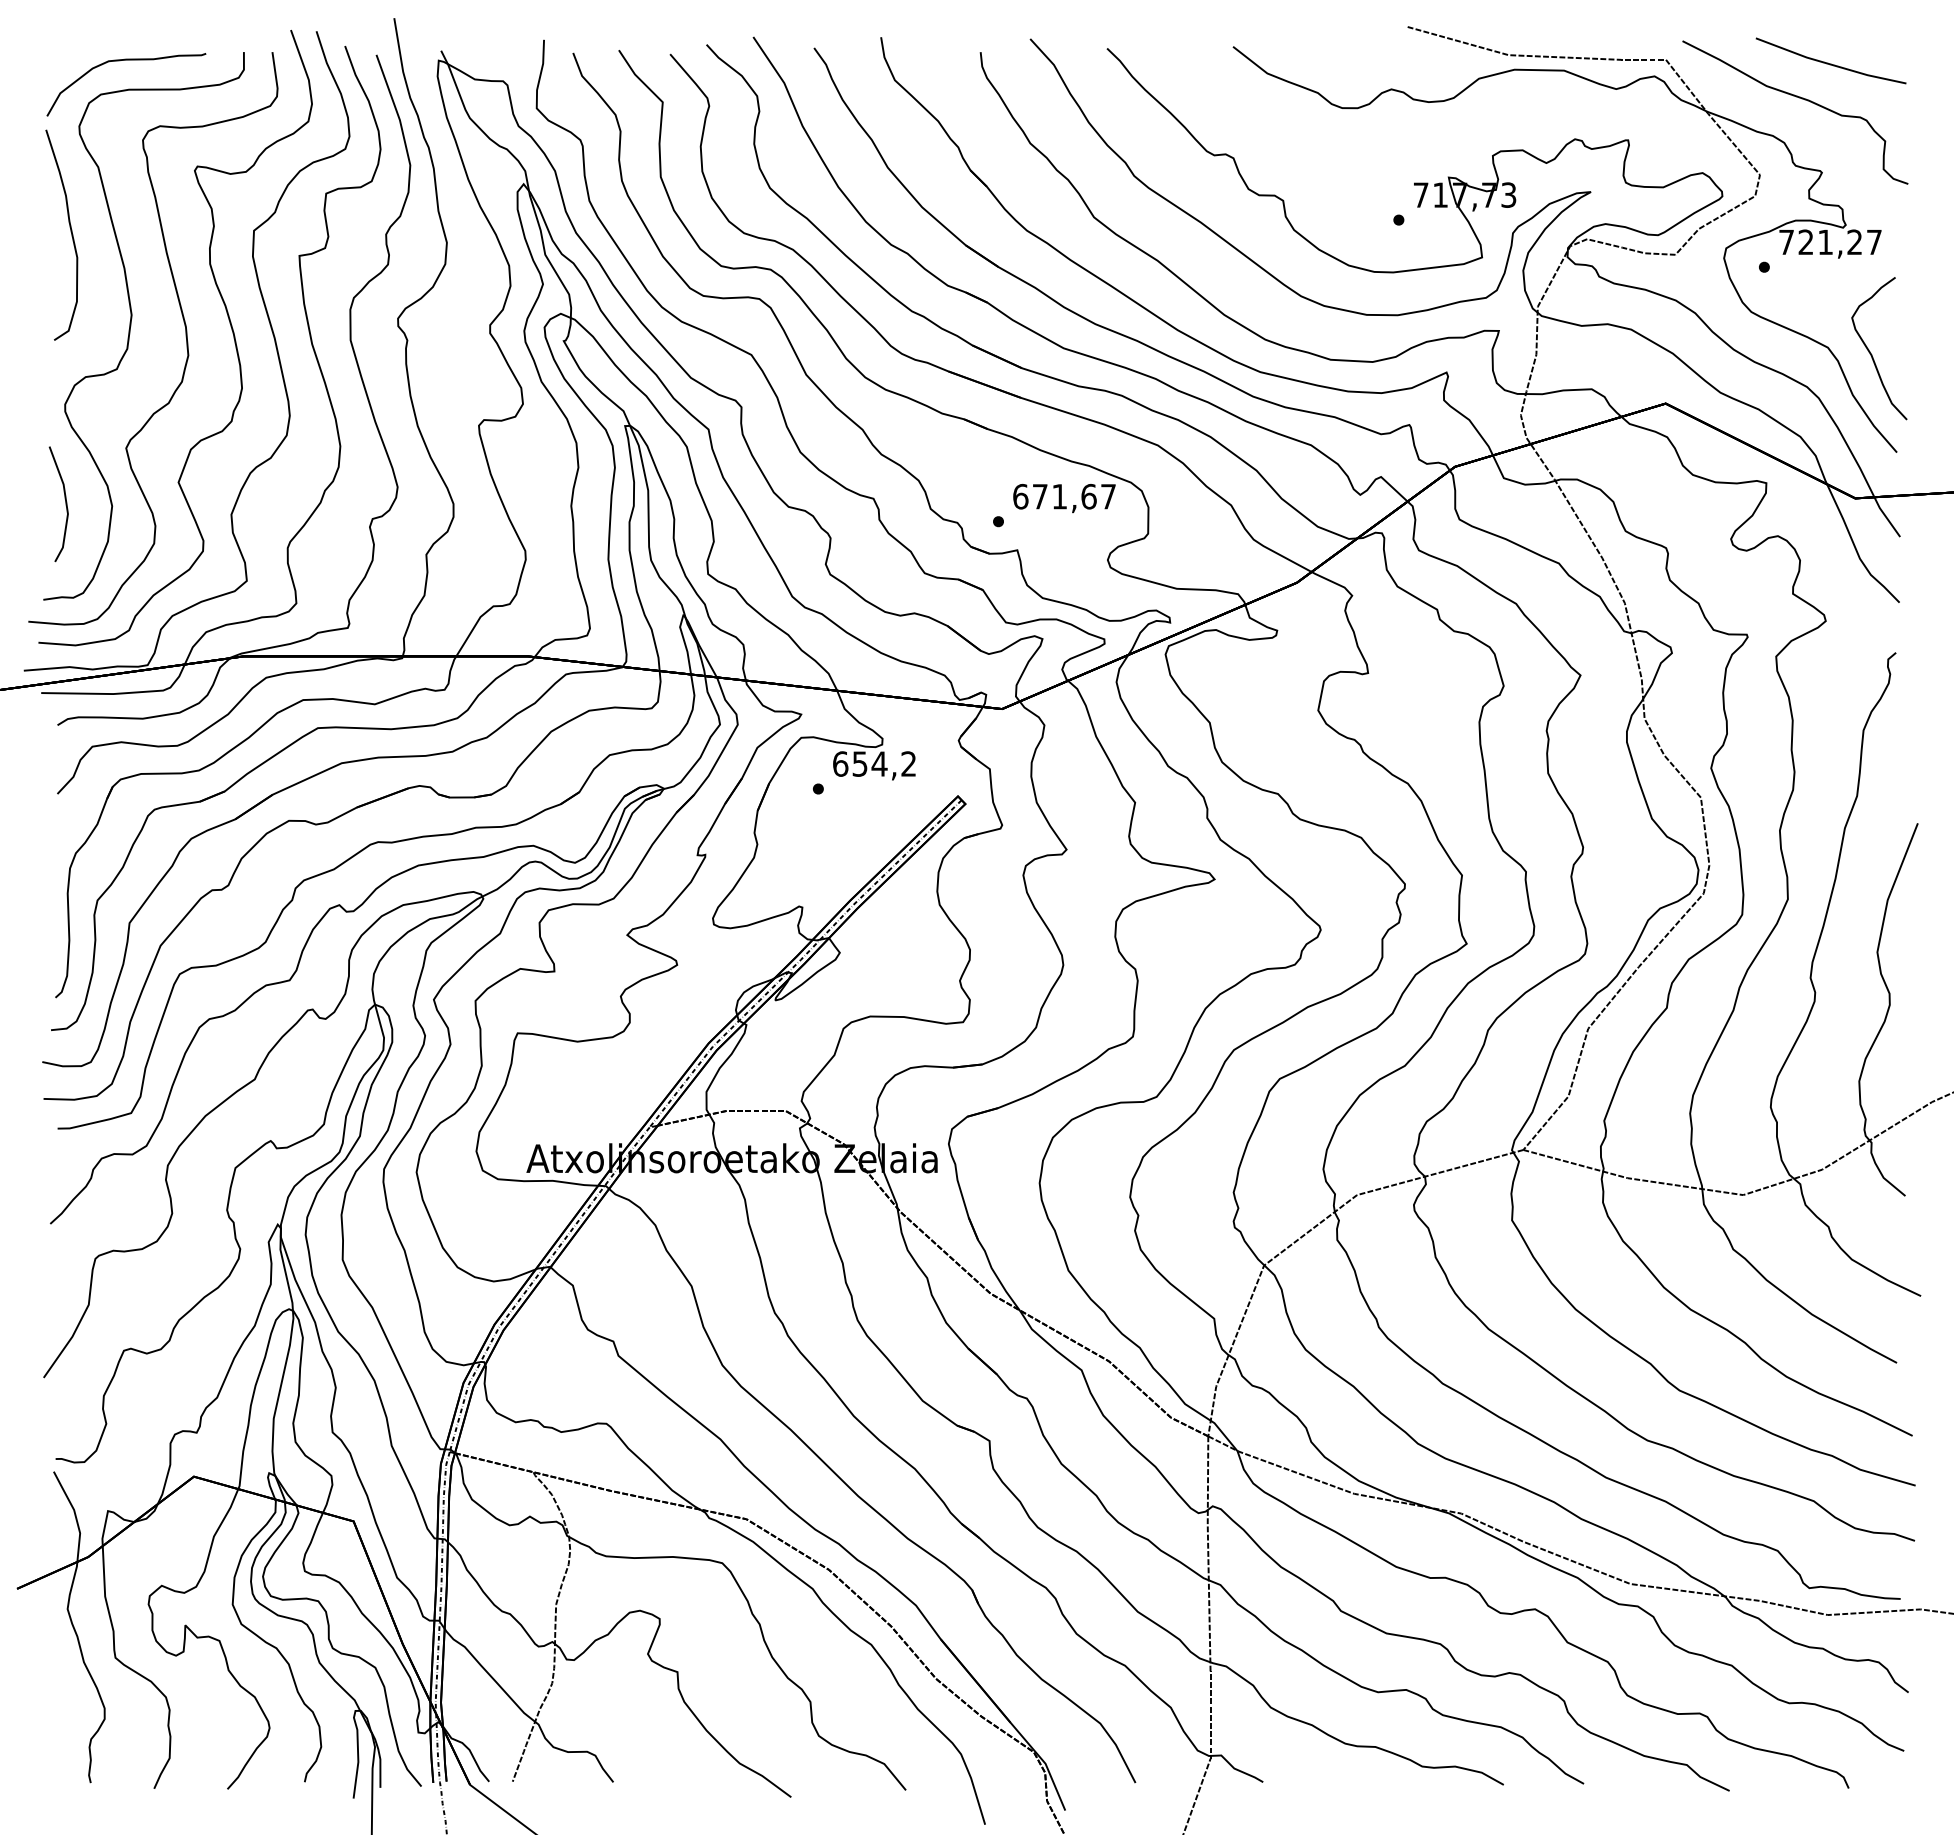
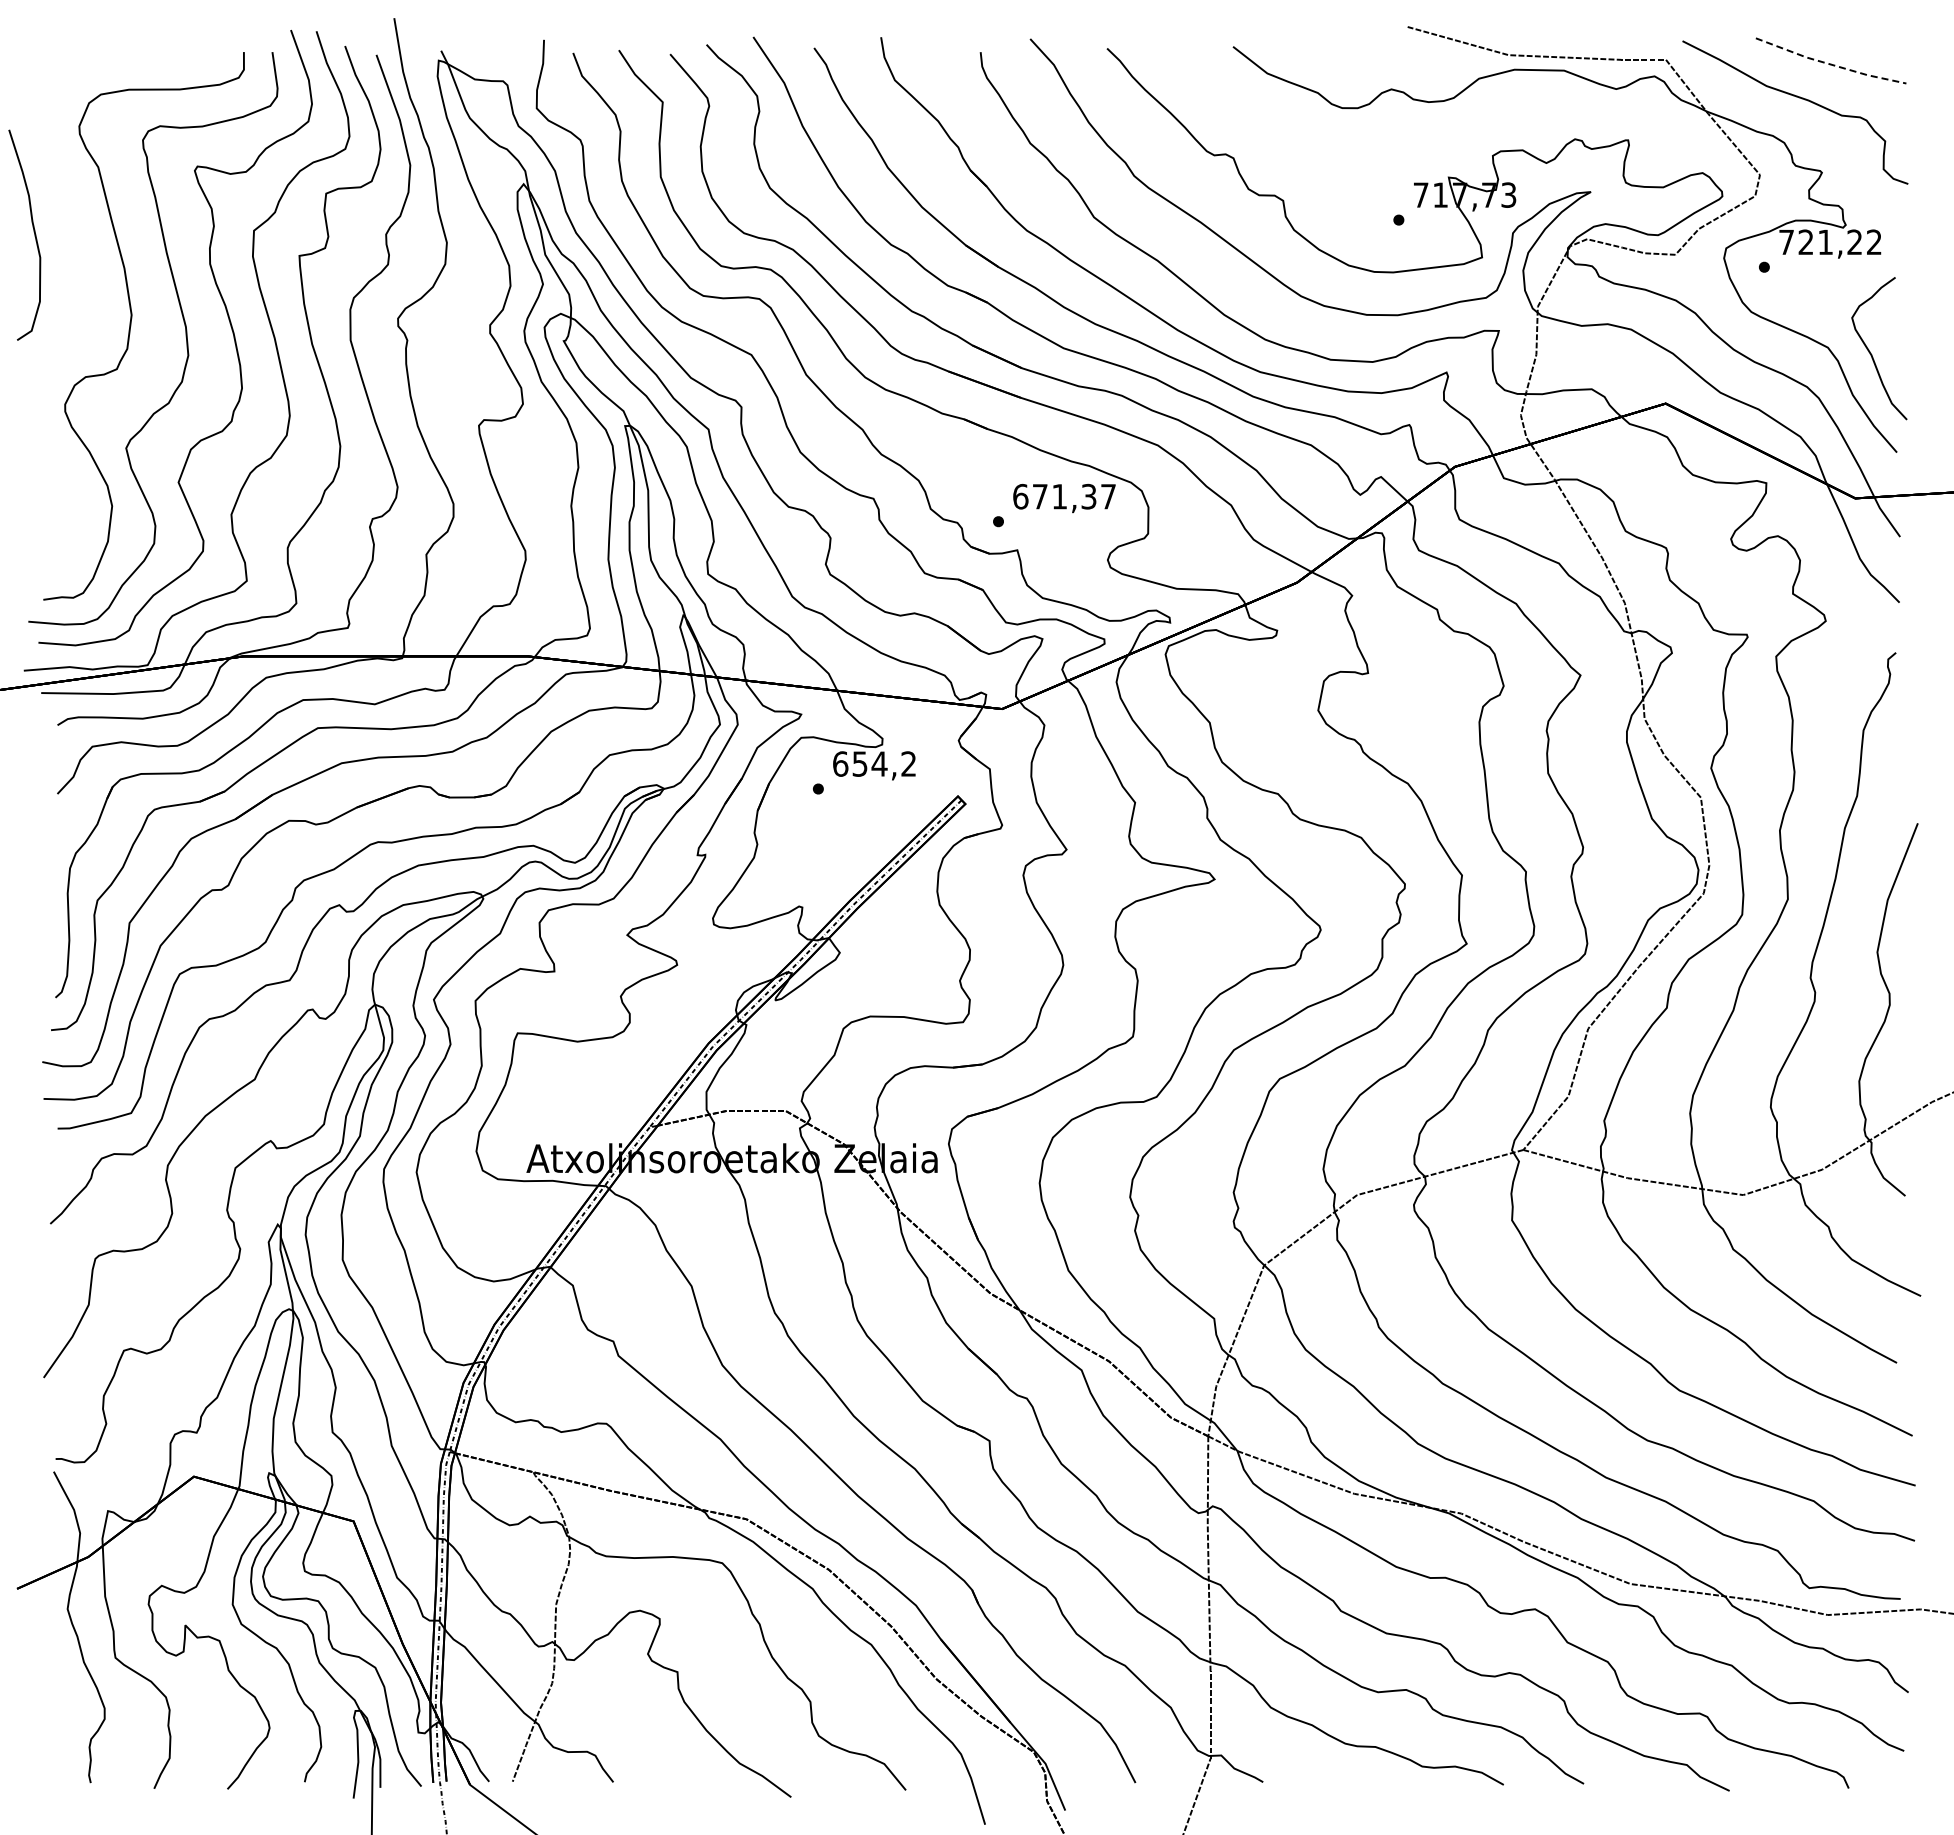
curve at (120, 61): present -> none
line at (1830, 64): solid -> dashed
curve at (70, 232) position: (70, 232) -> (33, 232)
text at (1874, 241): 721,27 -> 721,22
text at (1088, 496): 671,67 -> 671,37
line at (65, 504): present -> none
